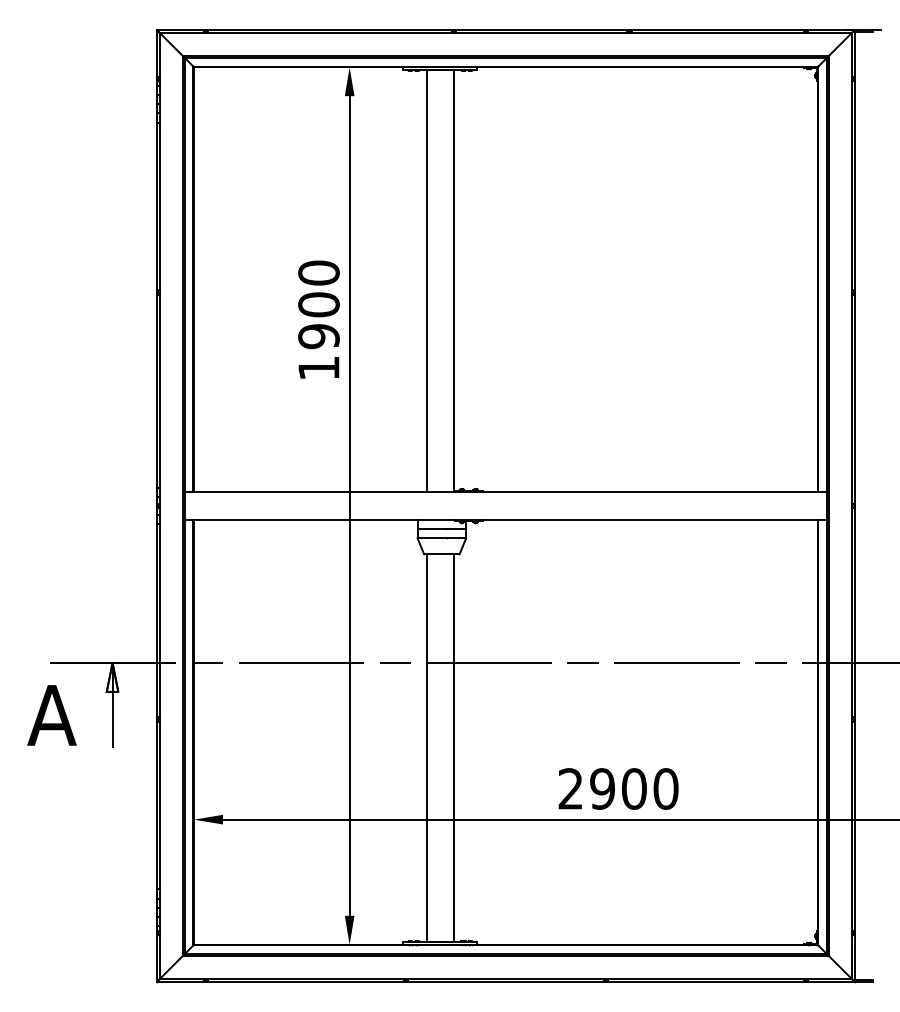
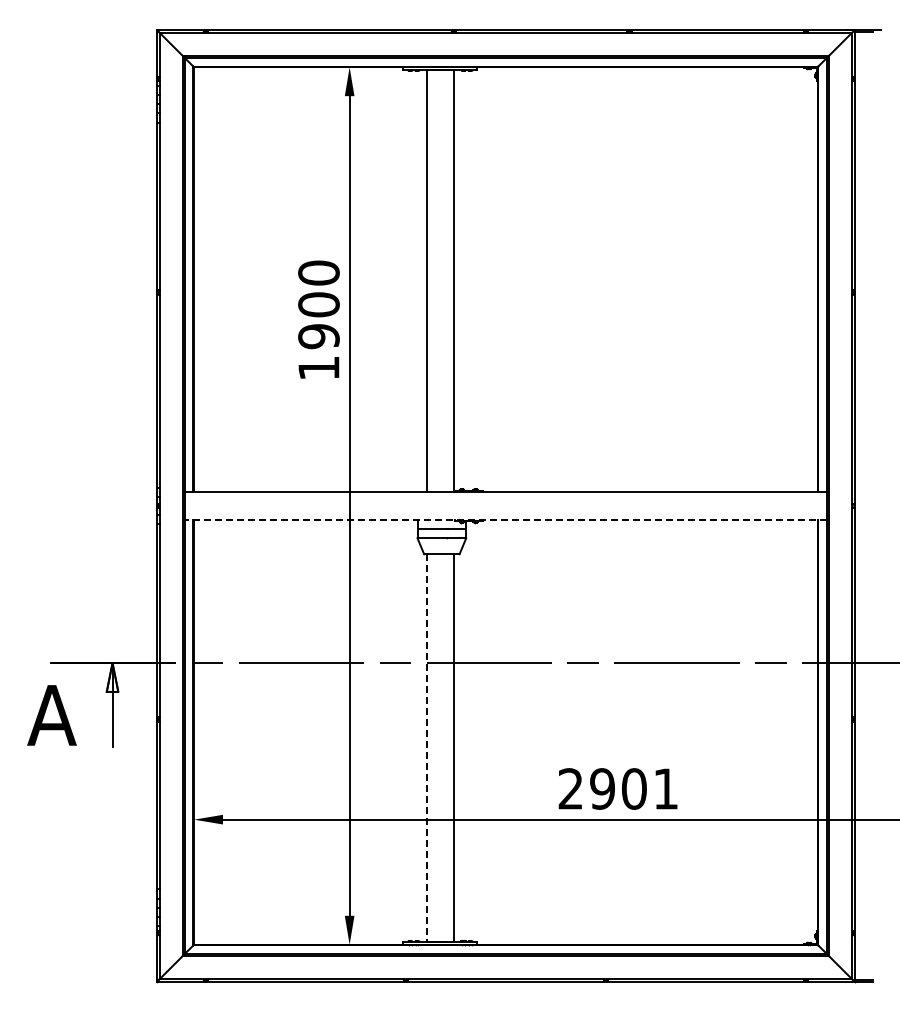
line at (505, 519): solid -> dashed
line at (426, 748): solid -> dashed
text at (665, 788): 2900 -> 2901
